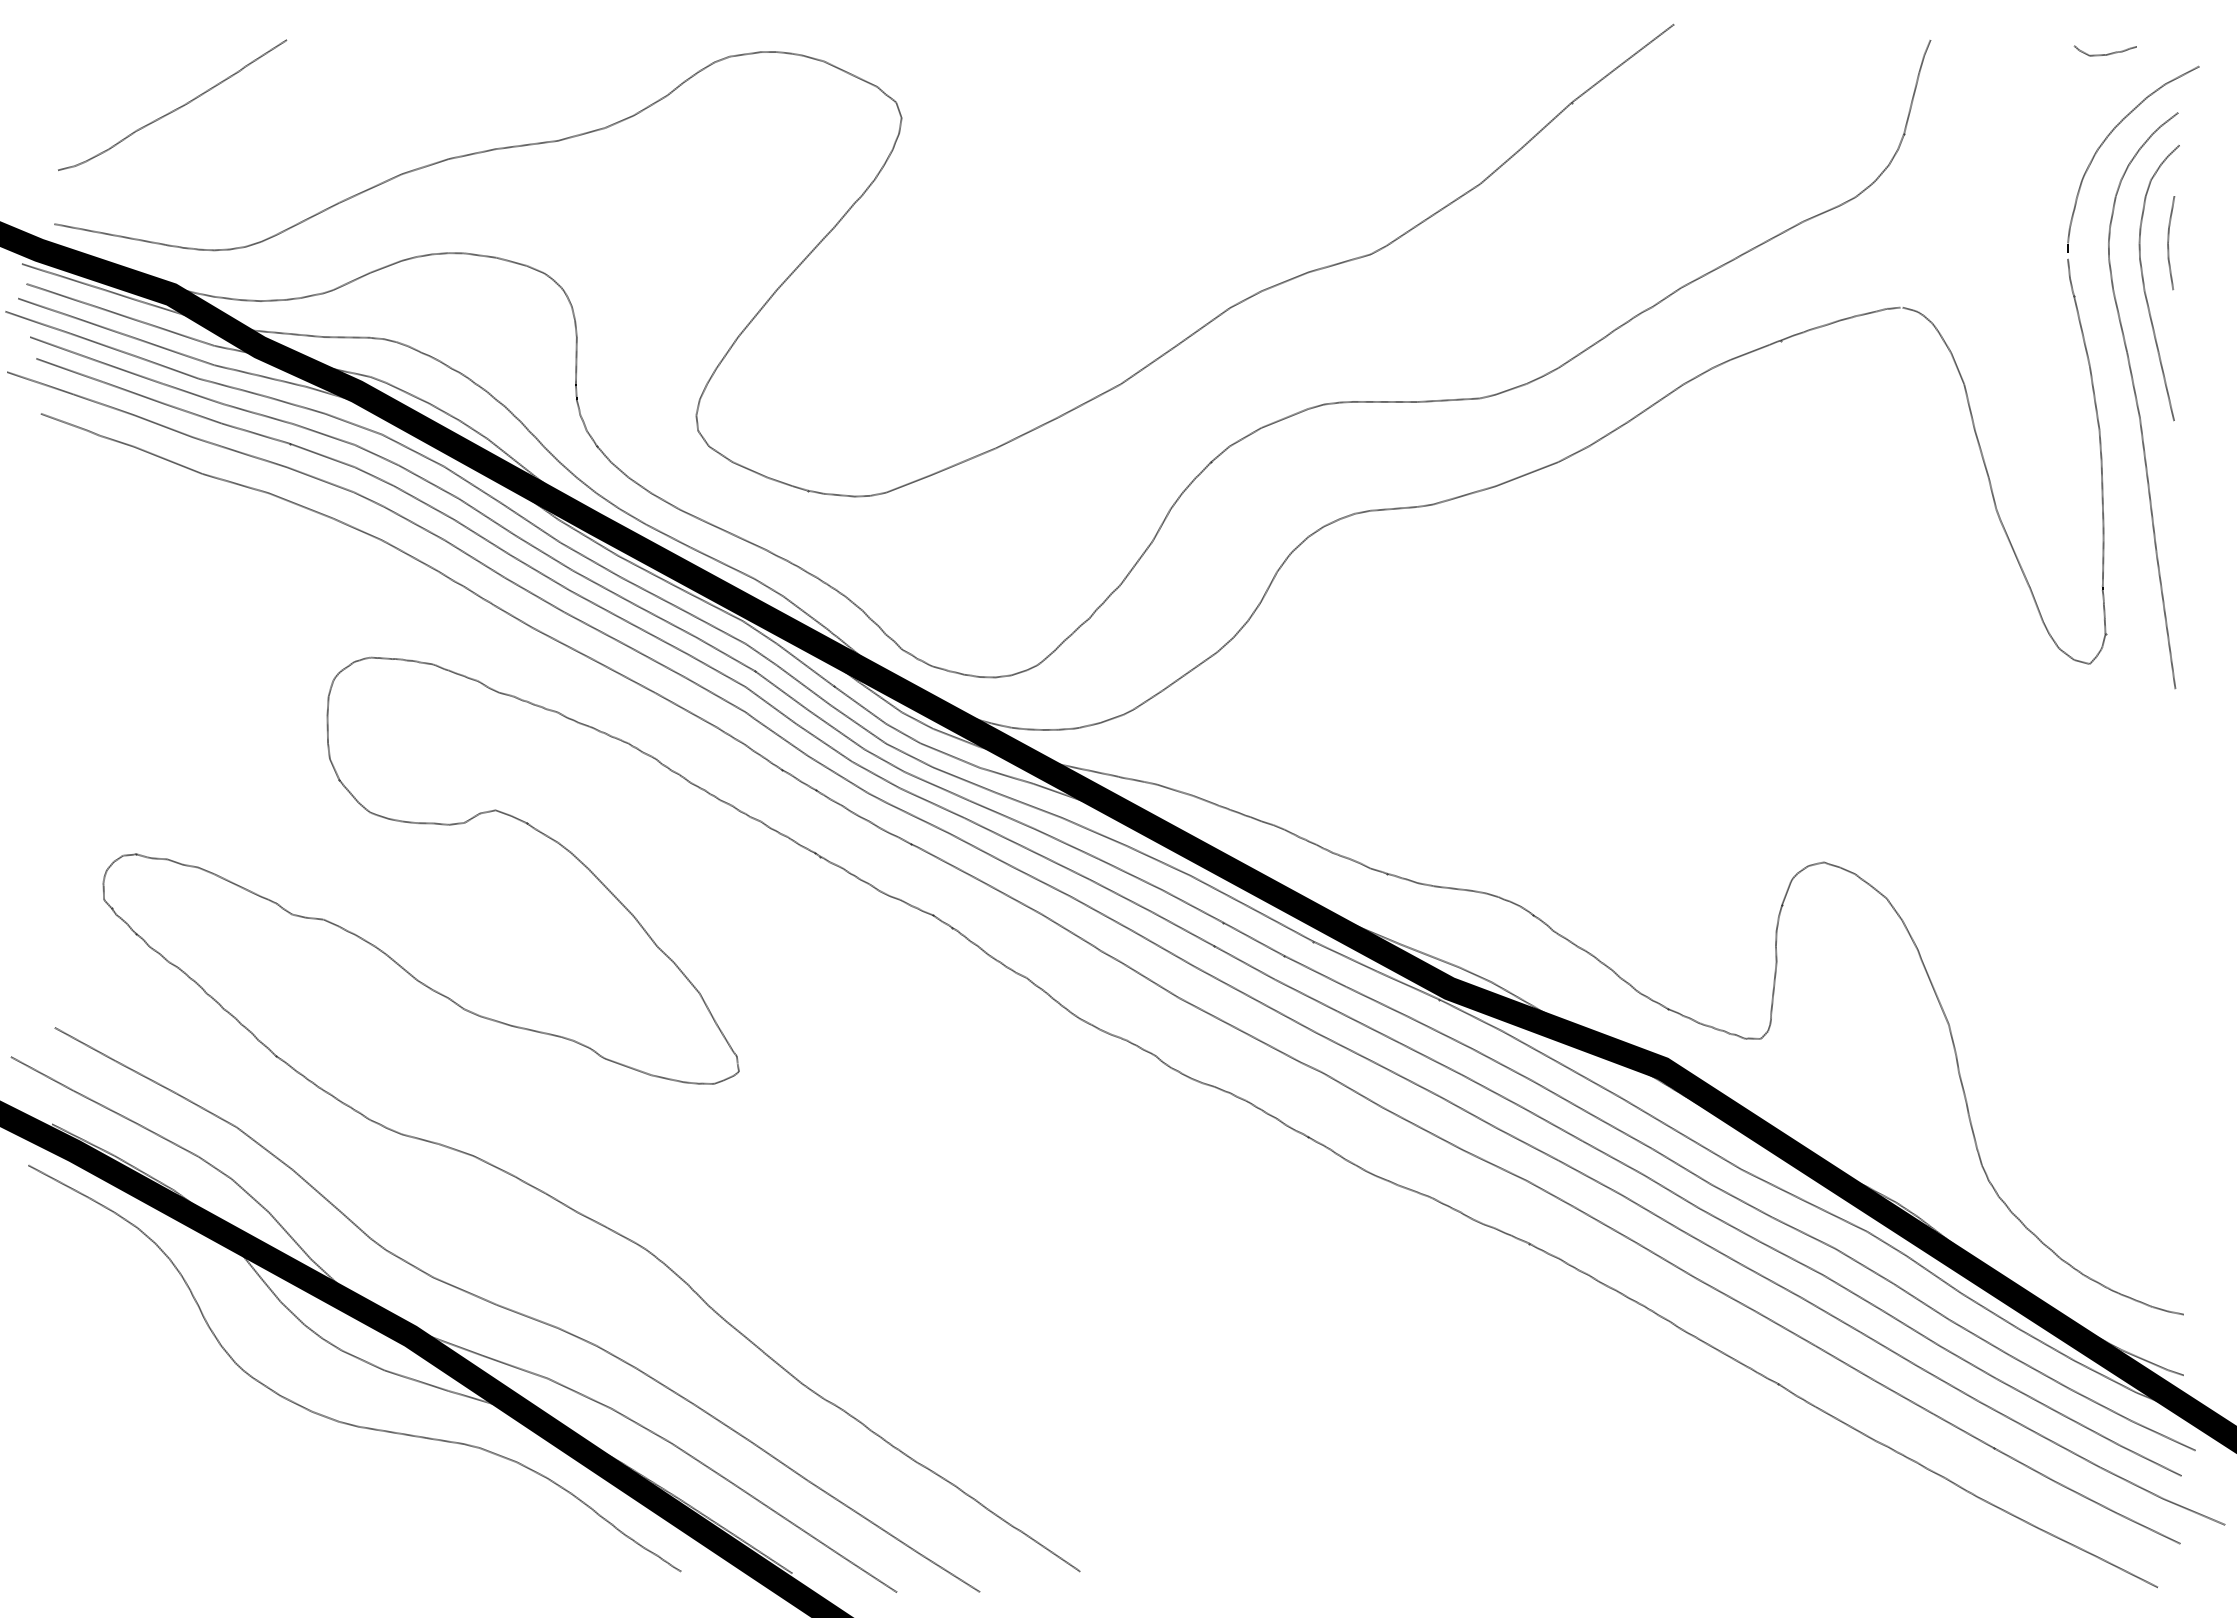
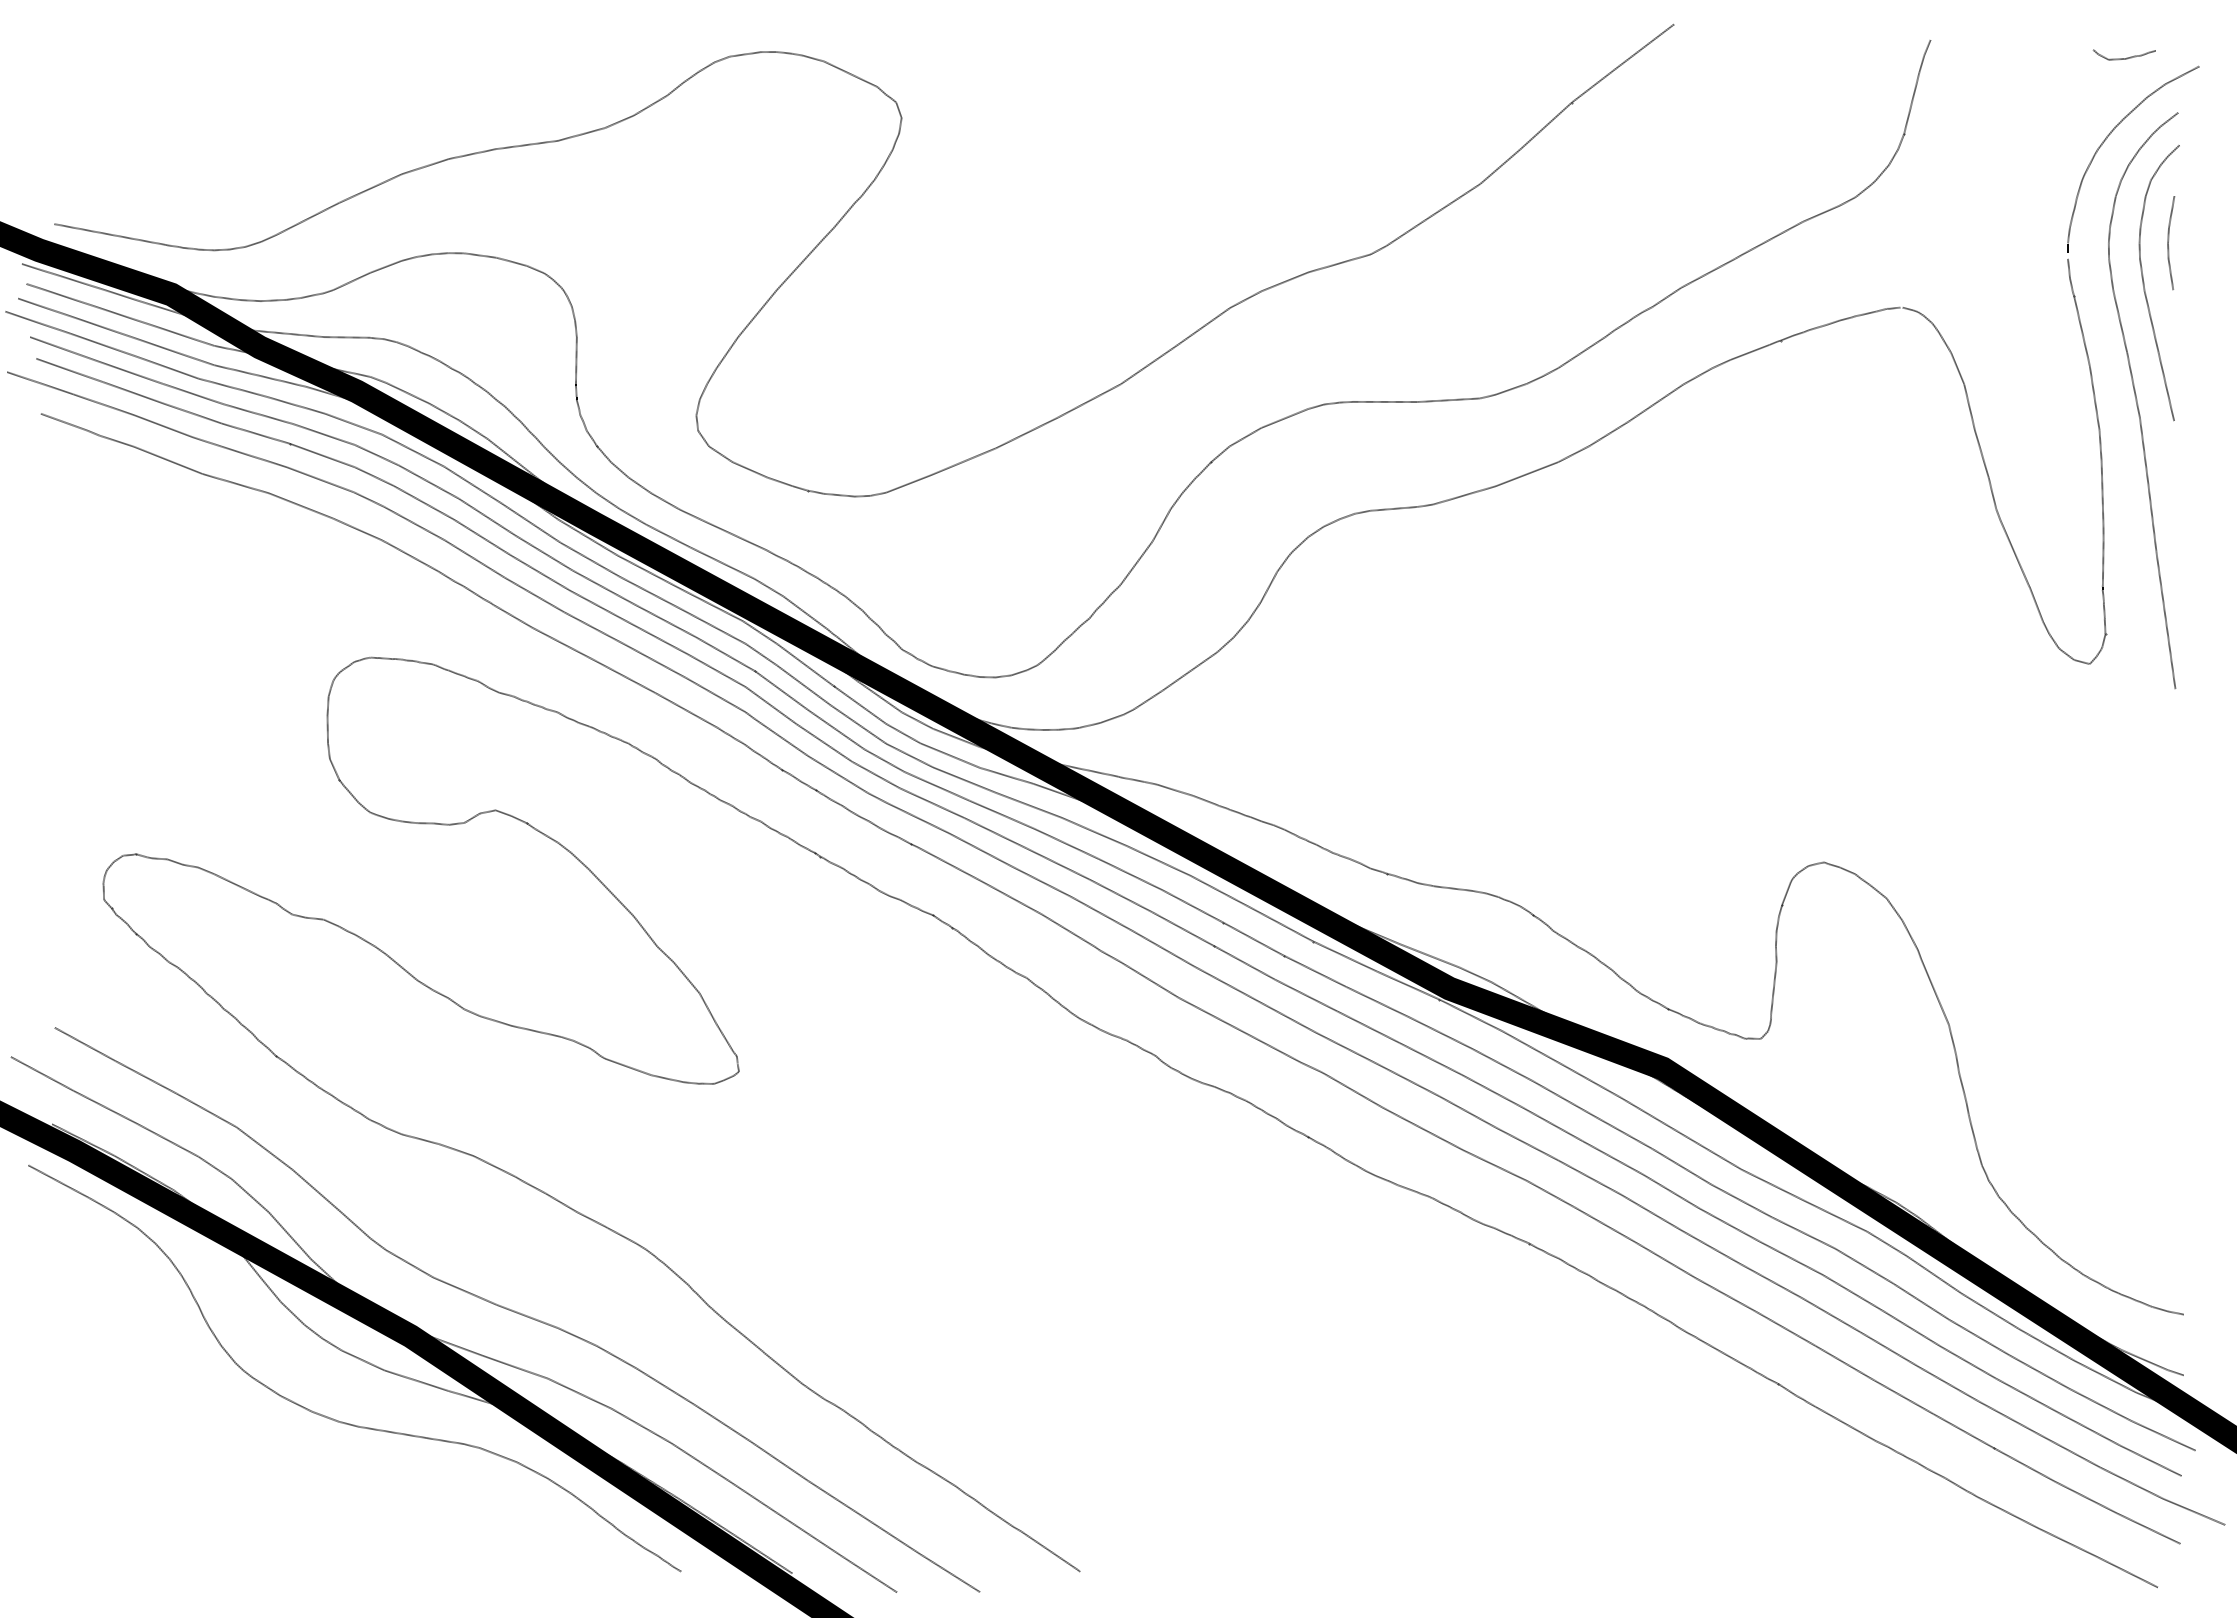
curve at (2104, 54) position: (2104, 54) -> (2123, 58)
curve at (174, 109): present -> none
